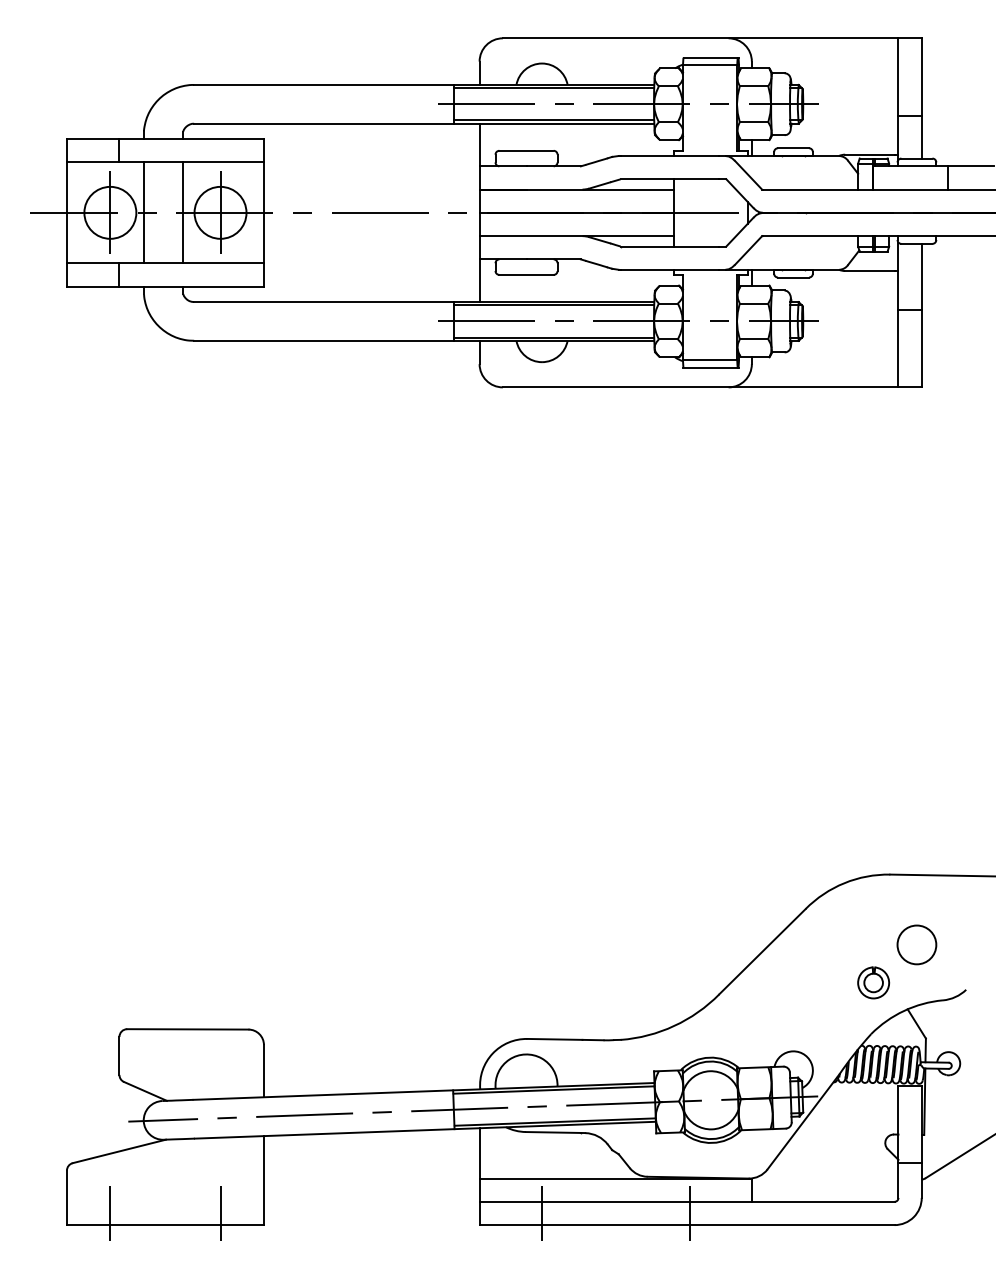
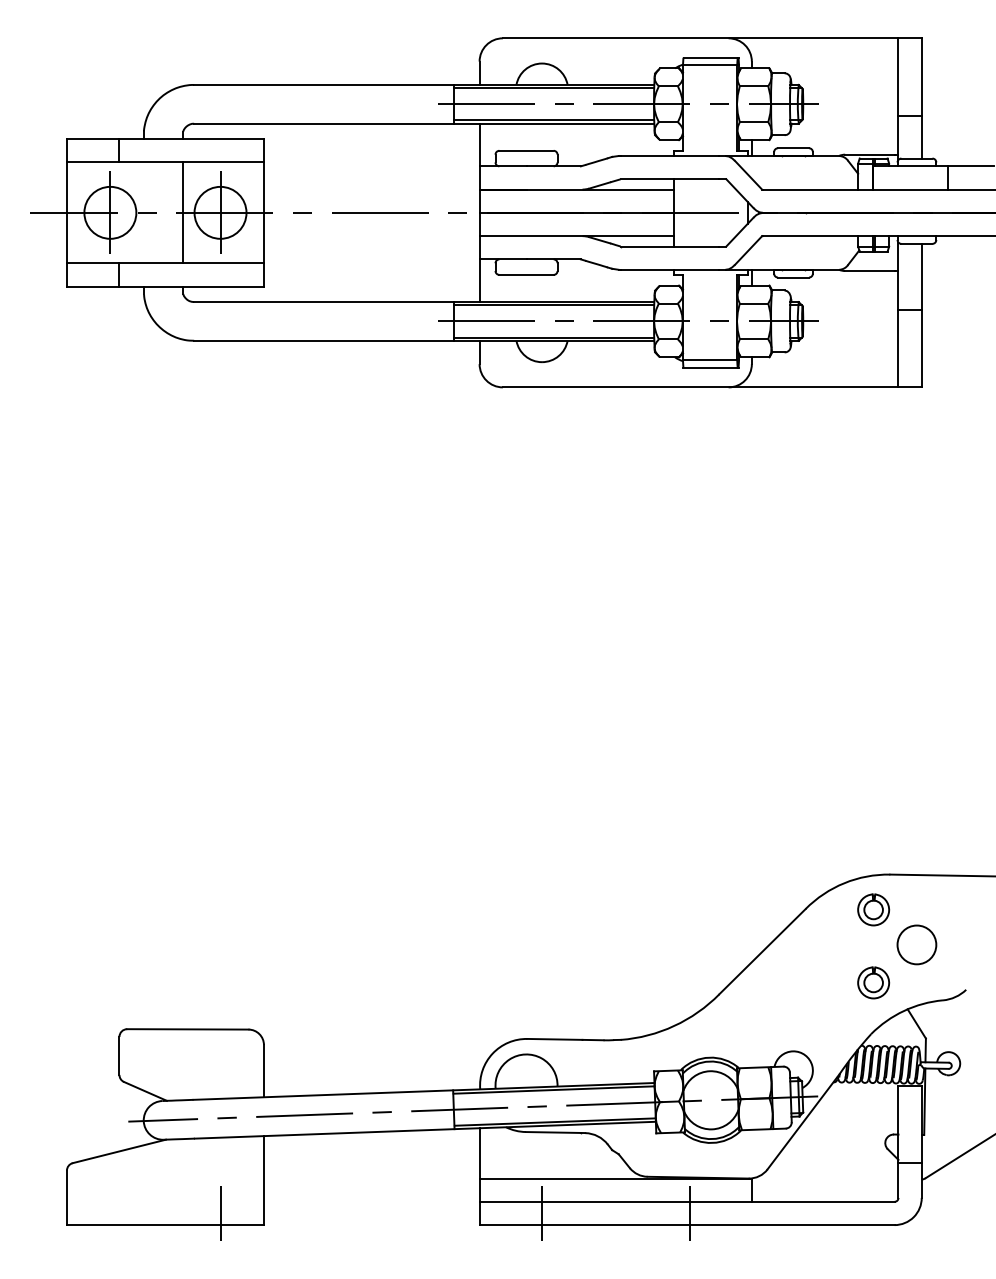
line at (143, 212): present -> none
part at (873, 909): none -> present
line at (110, 1213): present -> none
